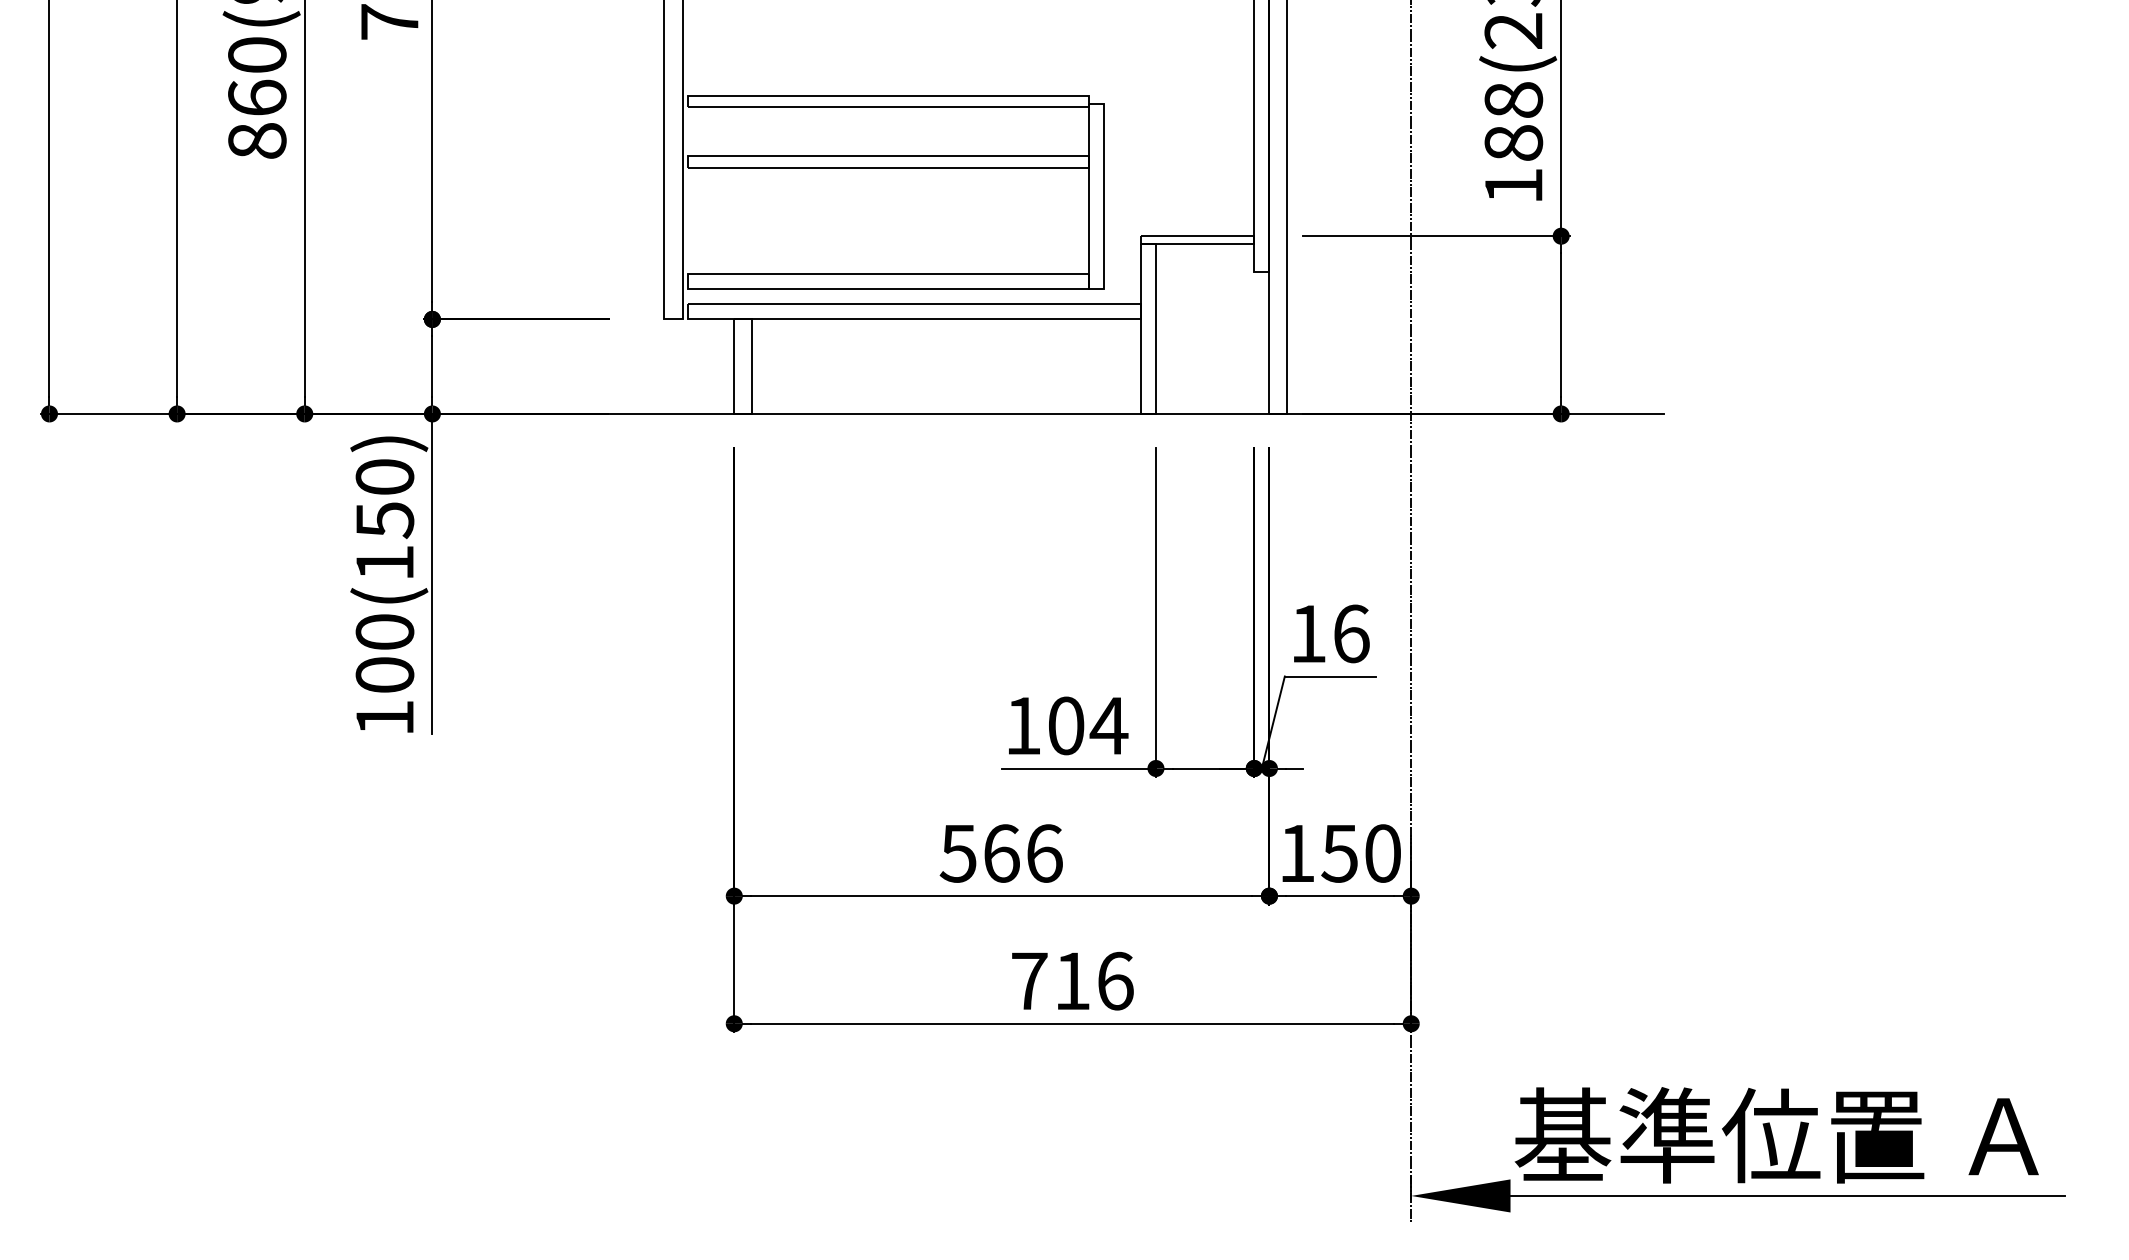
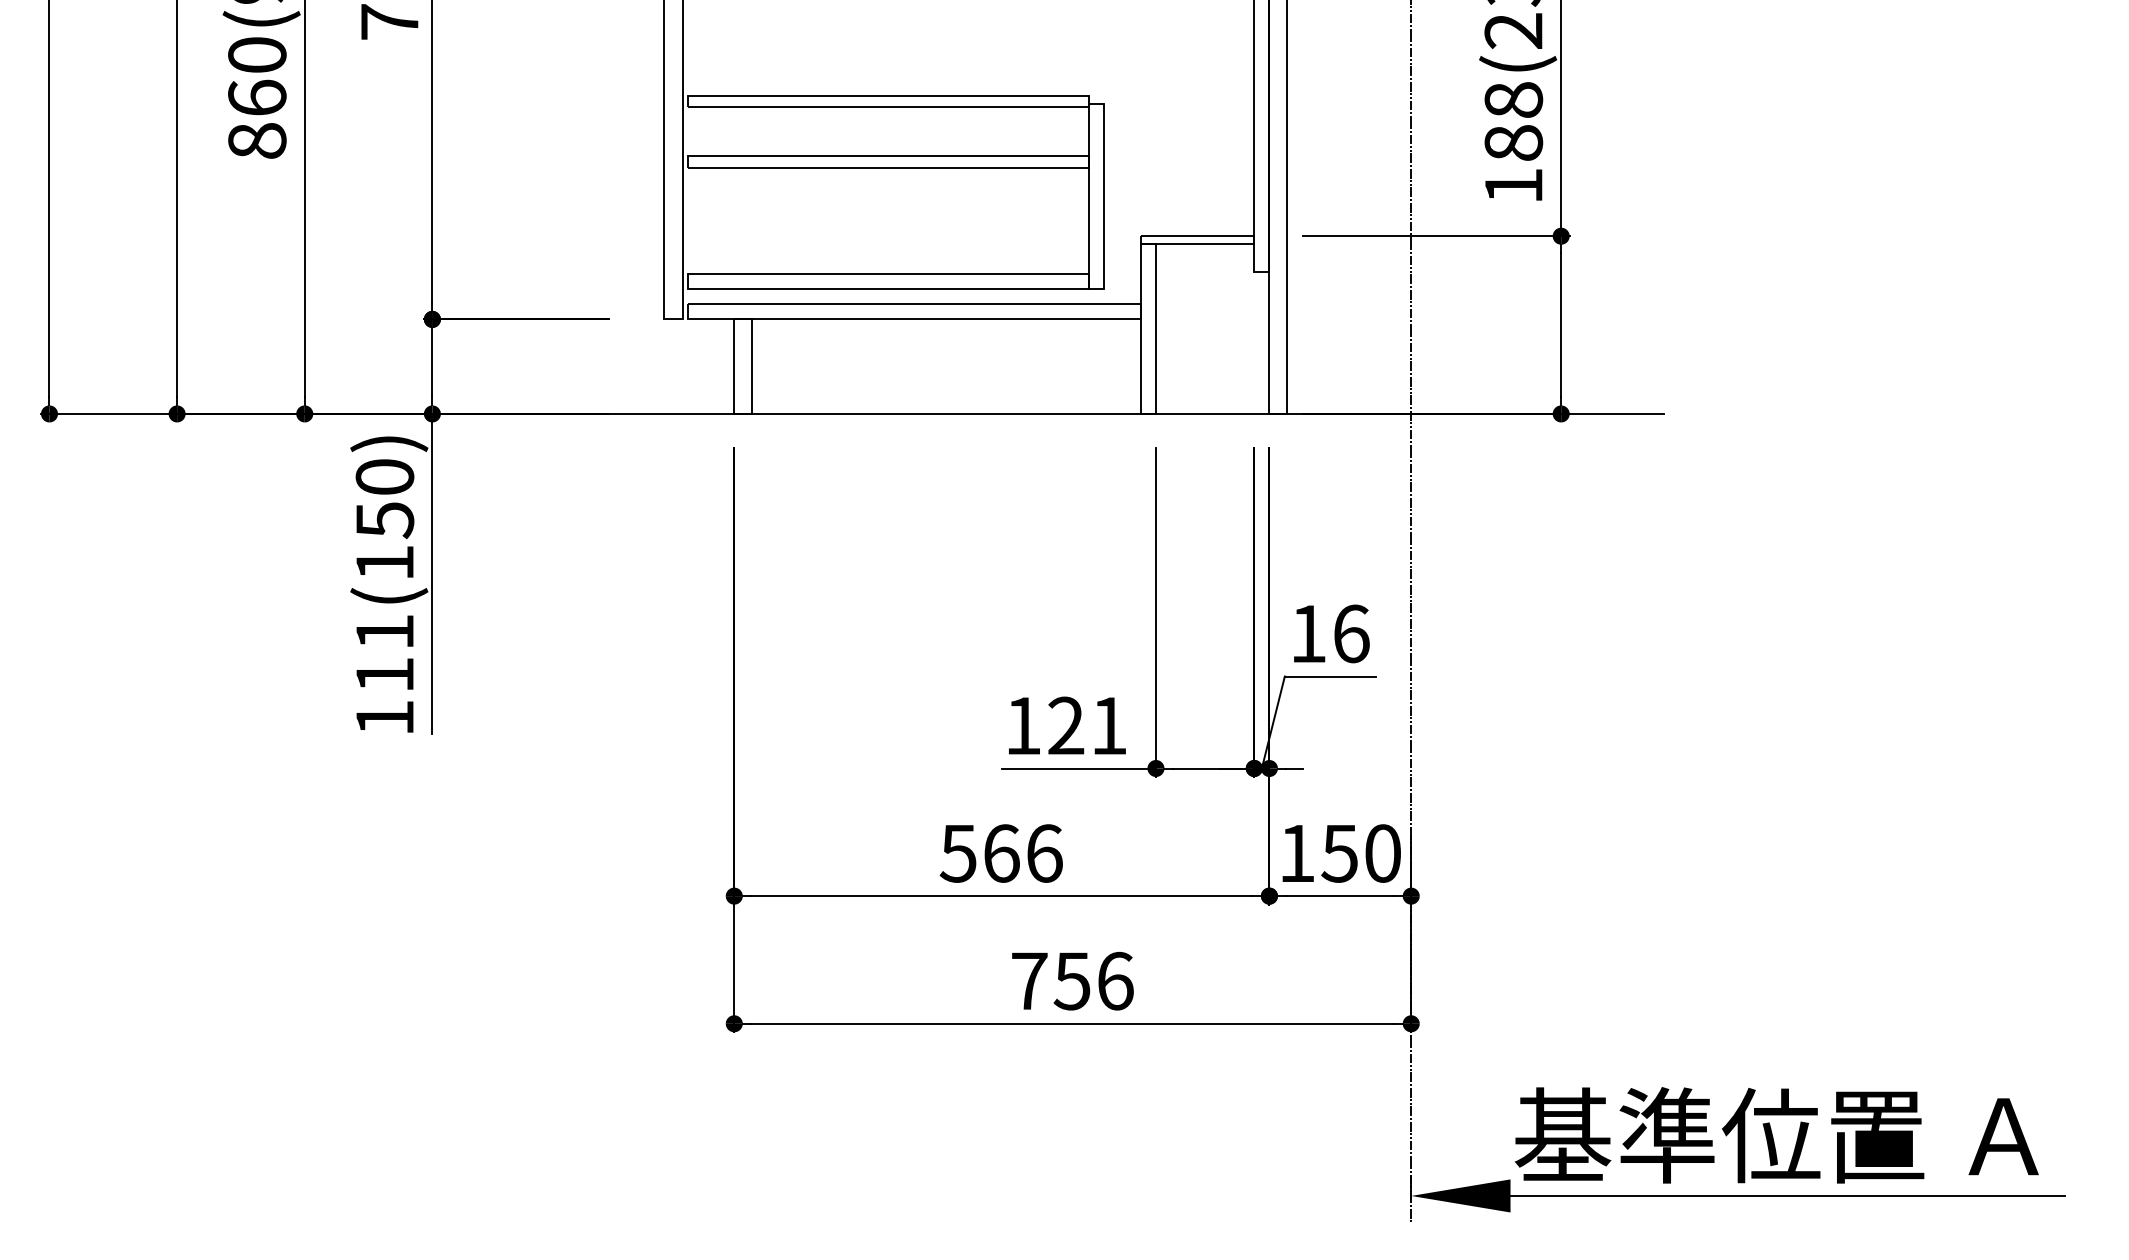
text at (384, 653): 100(150) -> 111(150)
text at (1088, 725): 104 -> 121
text at (1071, 981): 716 -> 756
